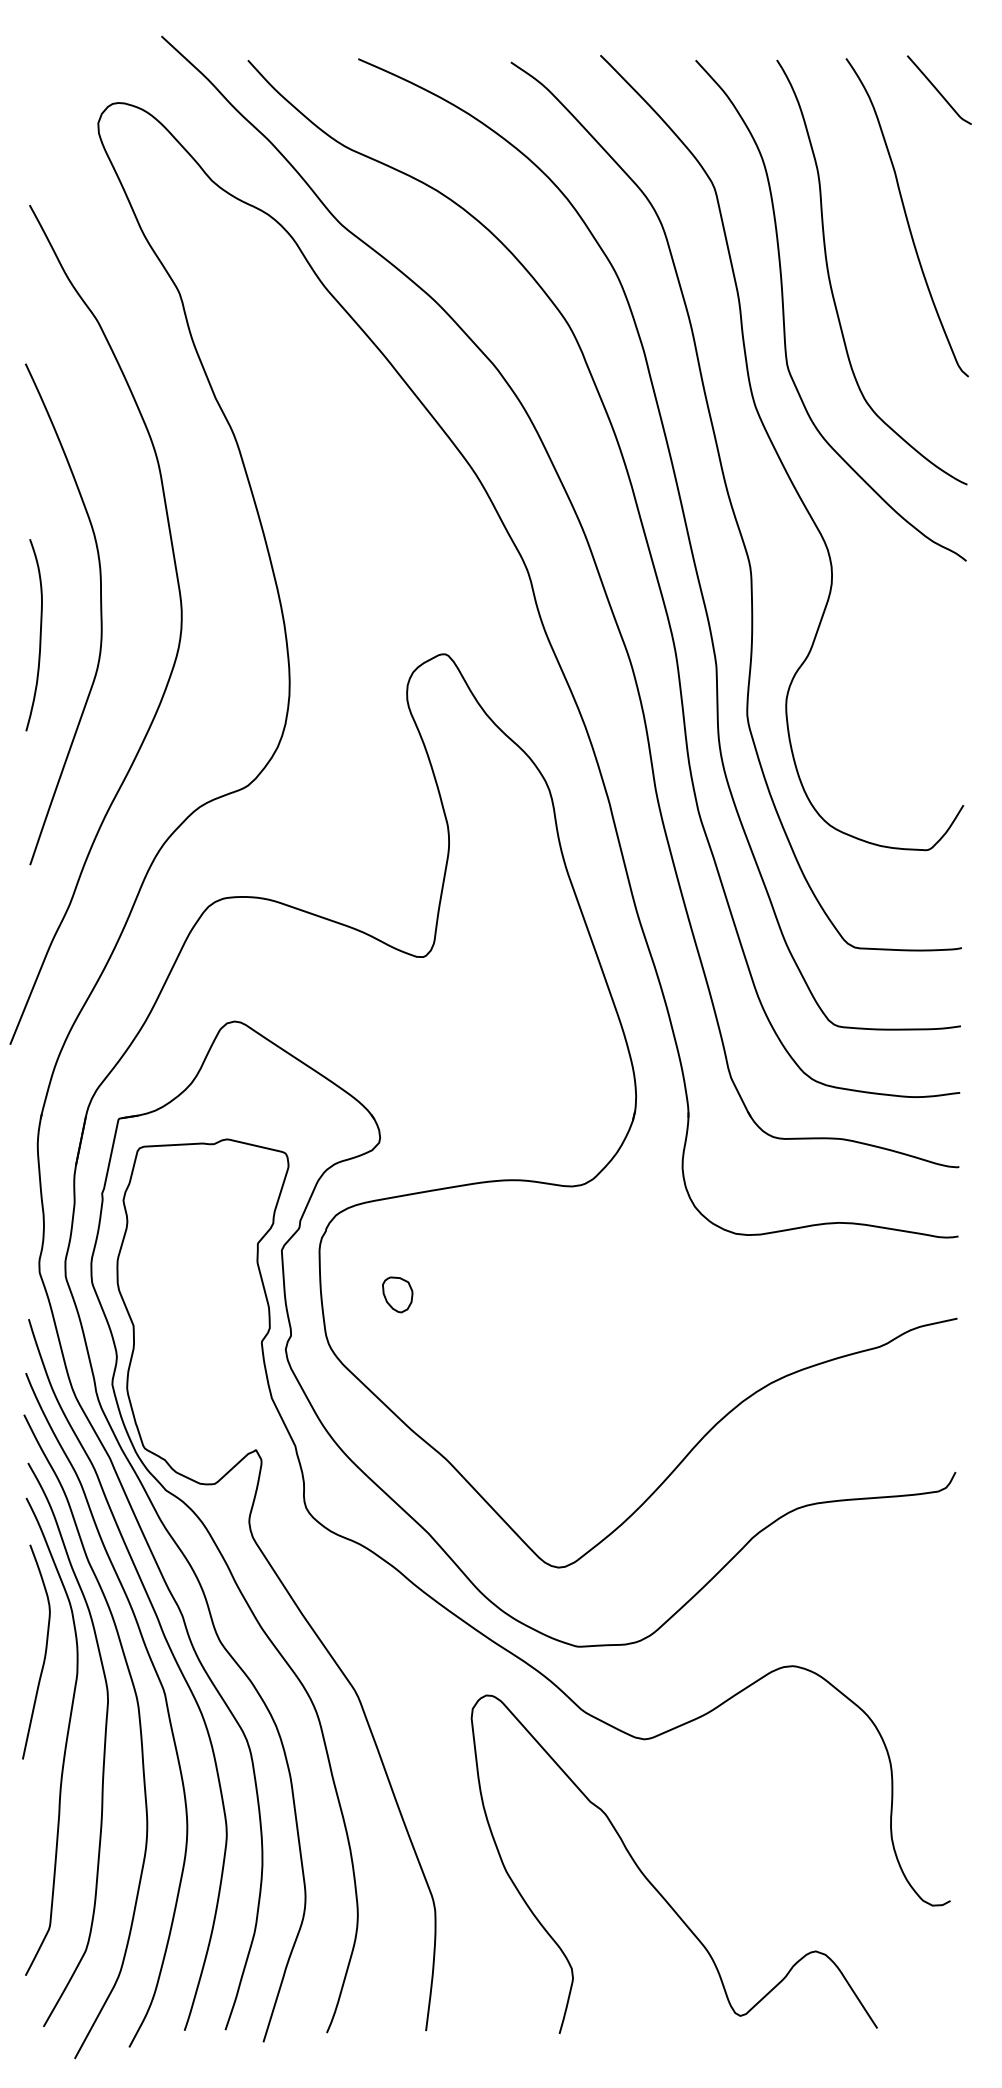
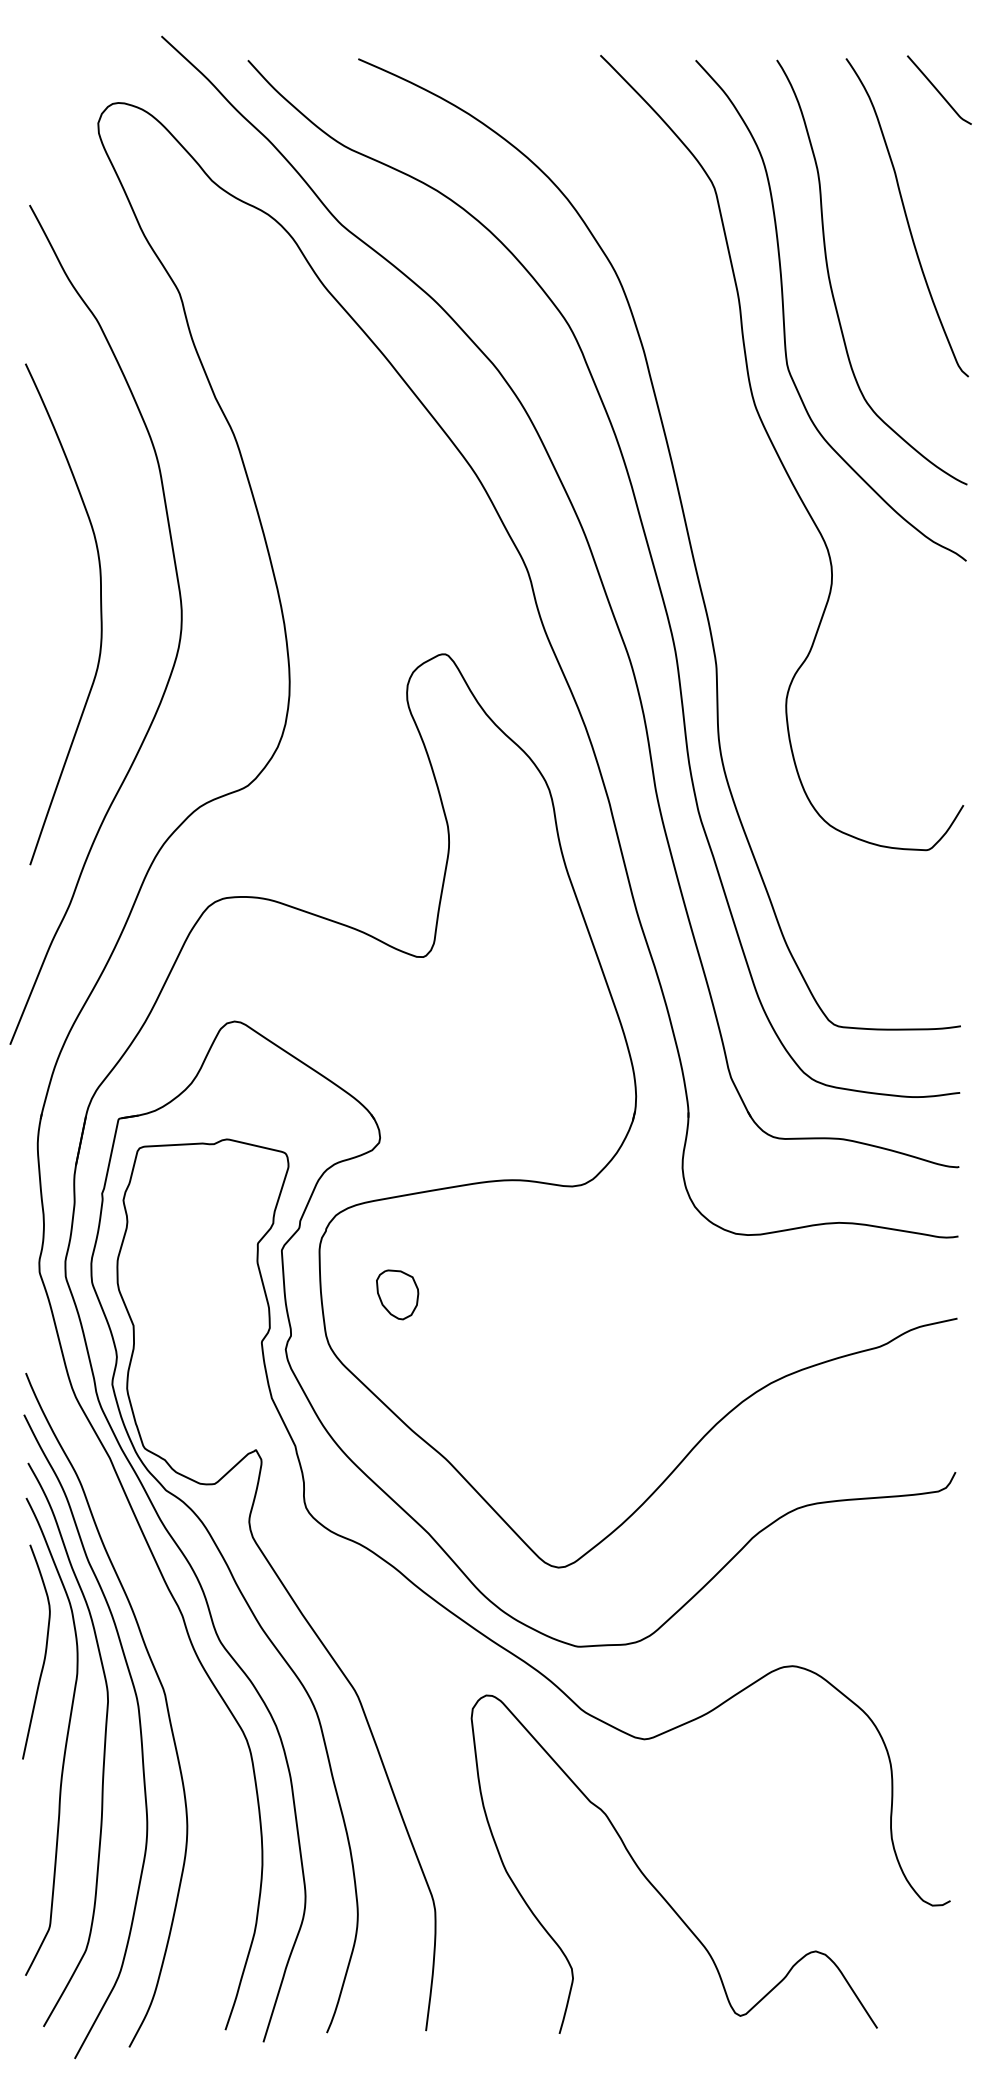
curve at (733, 507): present -> none
curve at (39, 635): present -> none
part at (397, 1294) size: 32x38 px -> 44x52 px
curve at (171, 1654): present -> none
